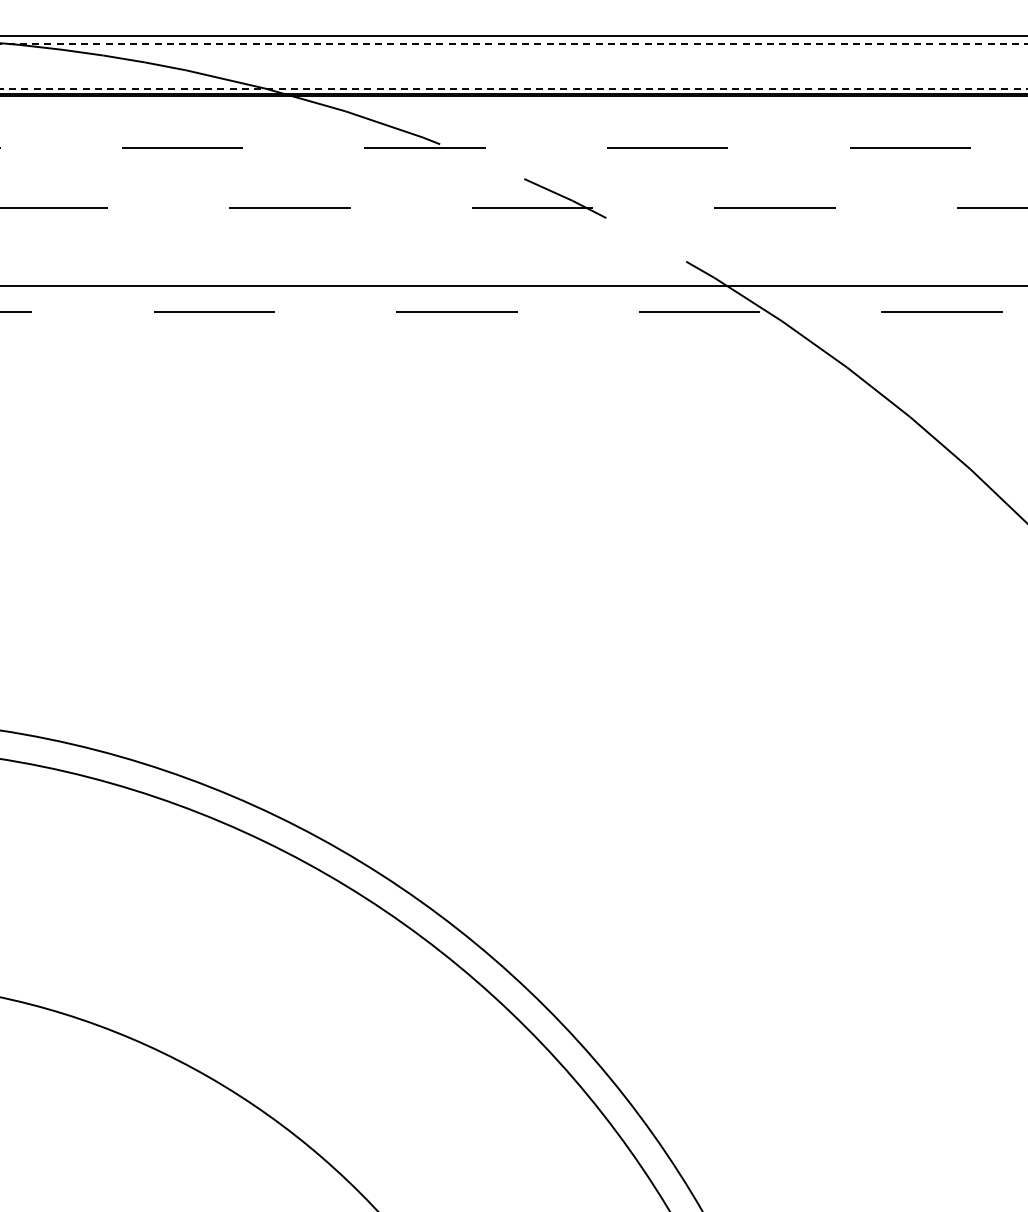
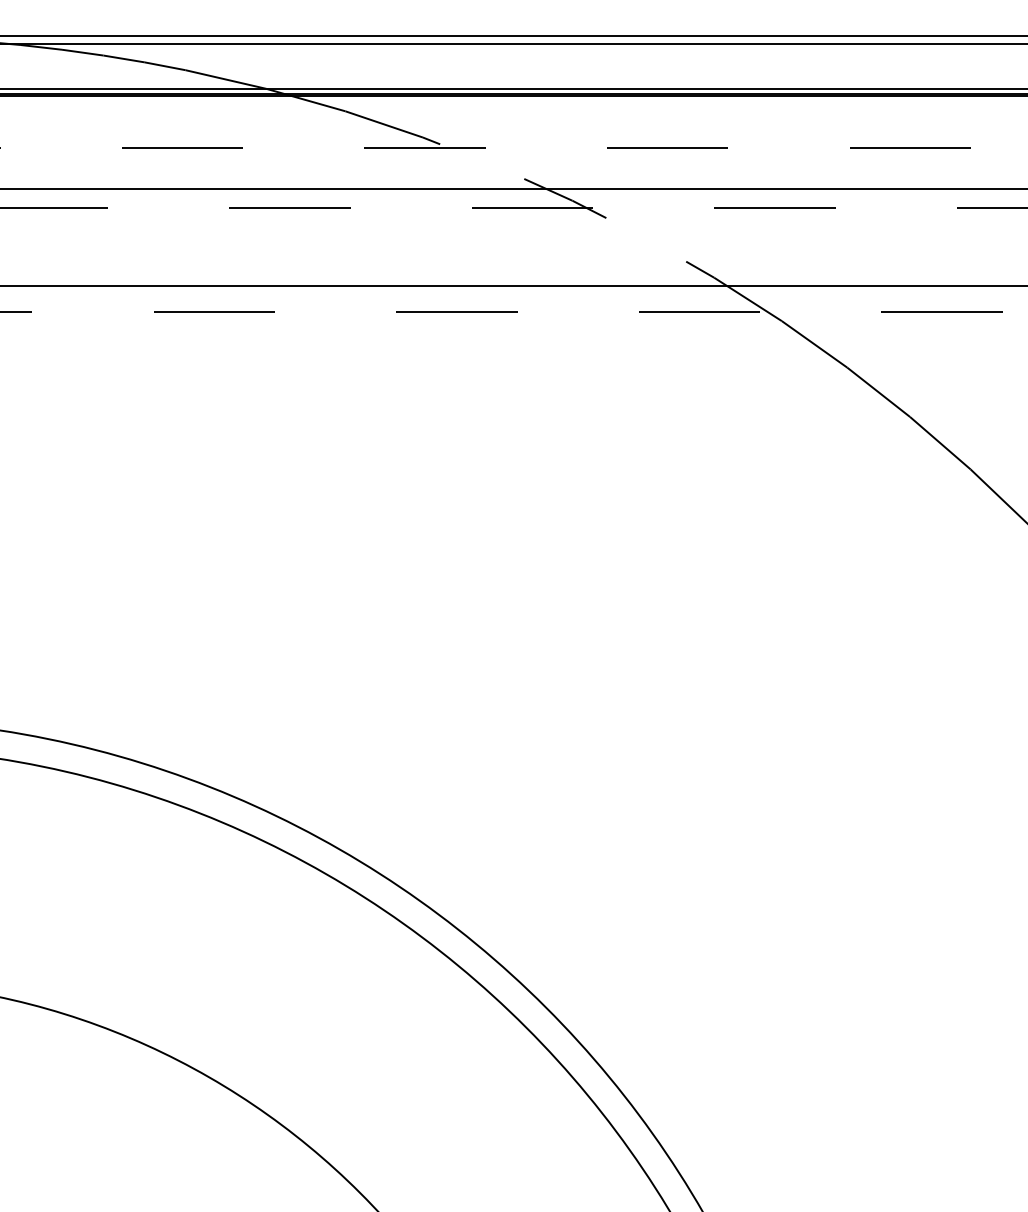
line at (514, 44): dashed -> solid
line at (513, 88): dashed -> solid
line at (513, 188): none -> present
